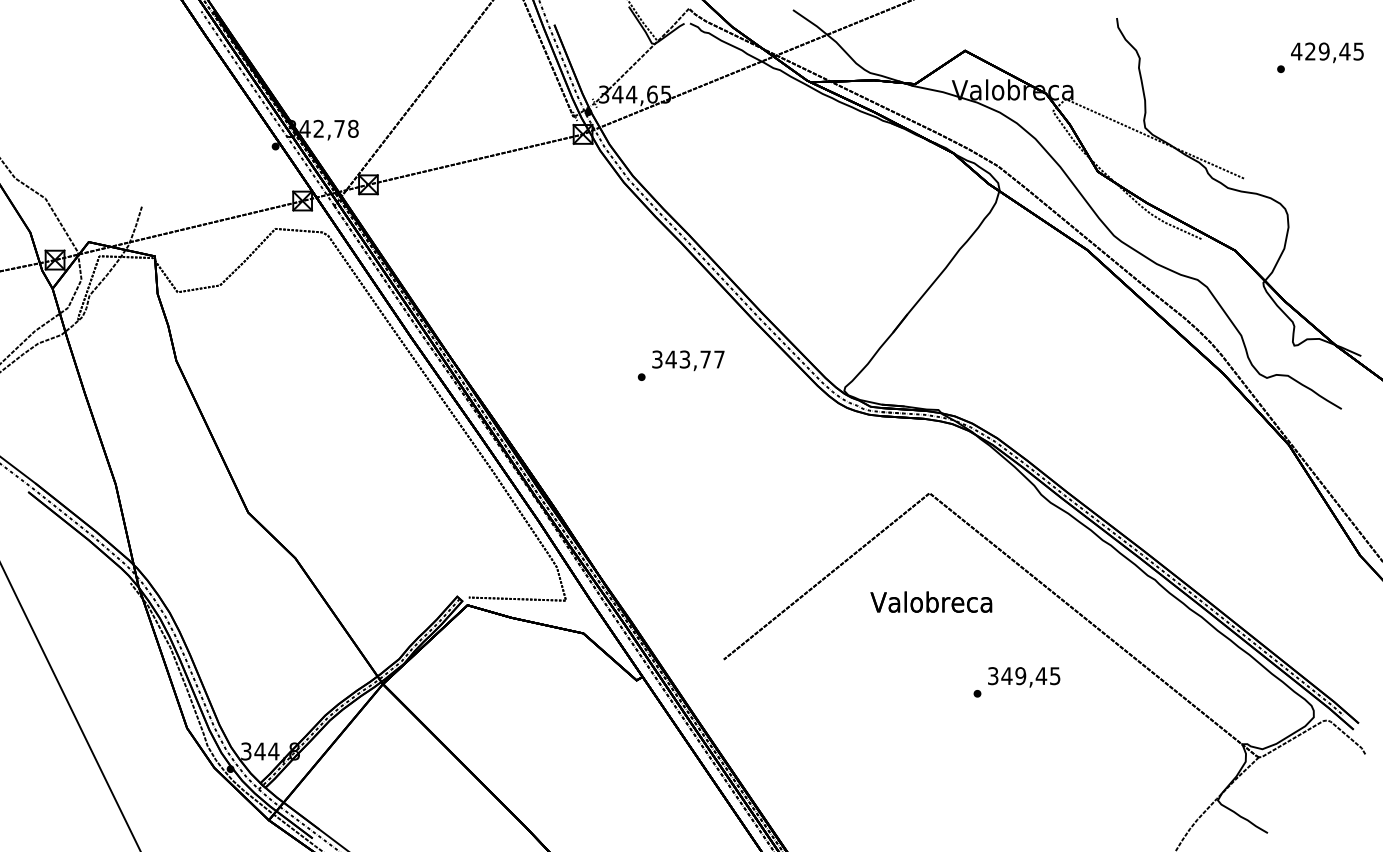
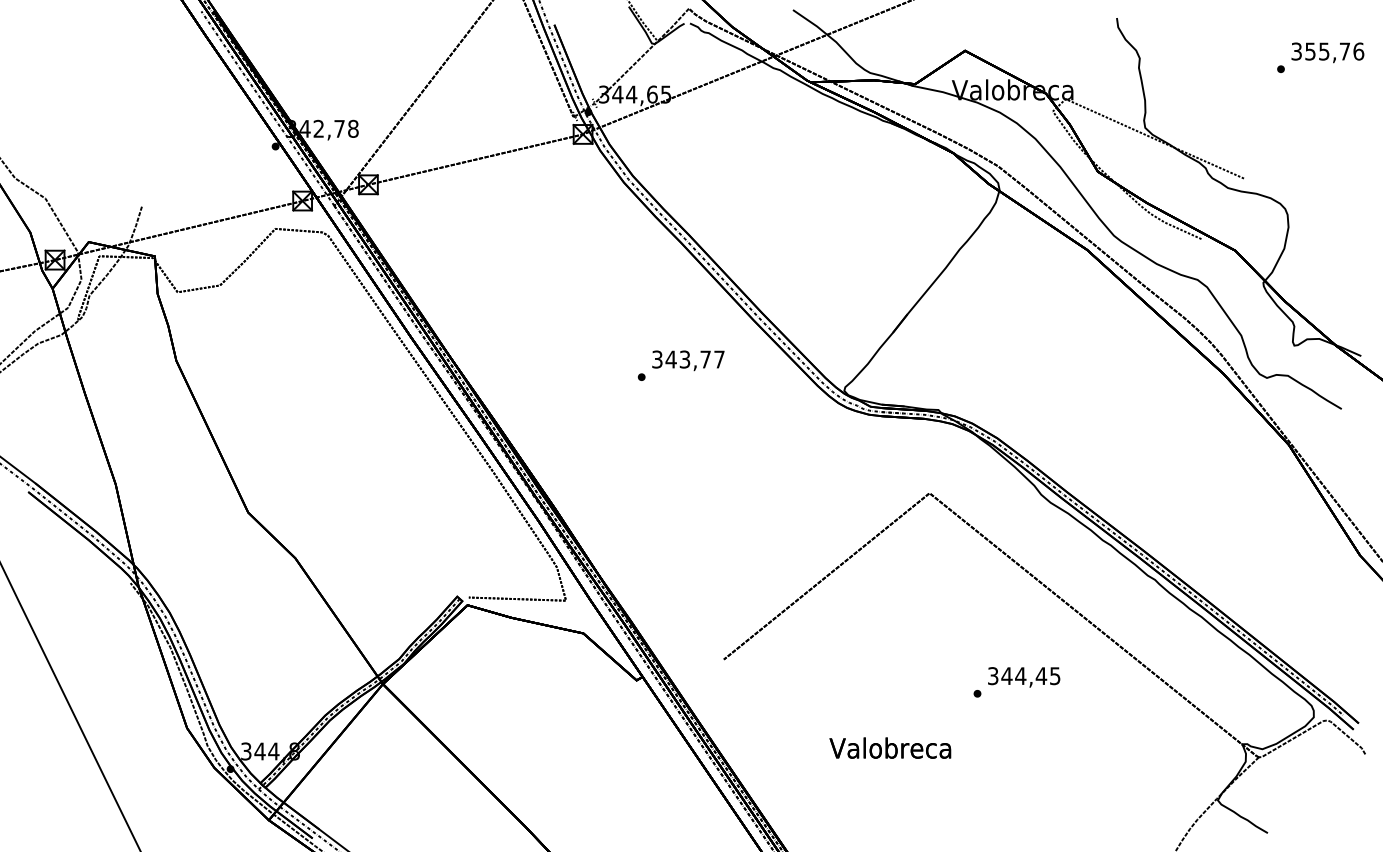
text at (1327, 51): 429,45 -> 355,76
text at (931, 601) position: (931, 601) -> (890, 747)
text at (1020, 676): 349,45 -> 344,45
